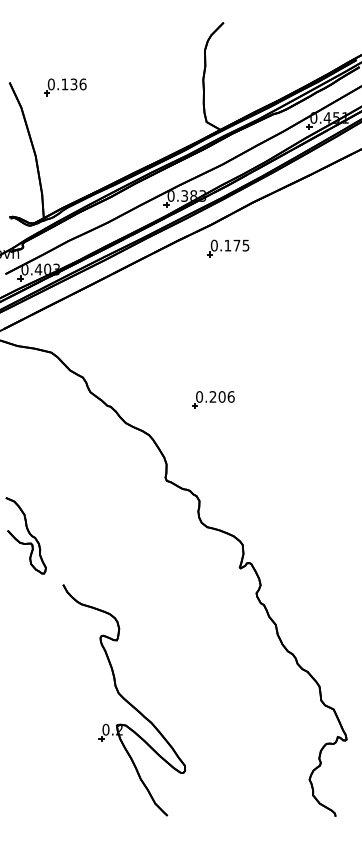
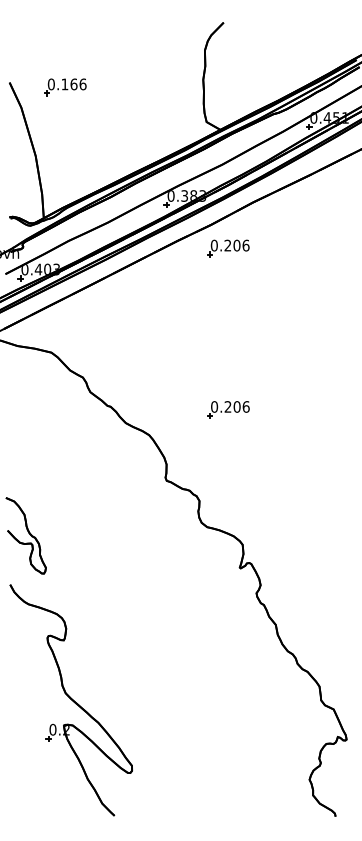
text at (73, 84): 0.136 -> 0.166
text at (236, 245): 0.175 -> 0.206
part at (213, 399) position: (213, 399) -> (228, 409)
part at (123, 700) position: (123, 700) -> (70, 700)
